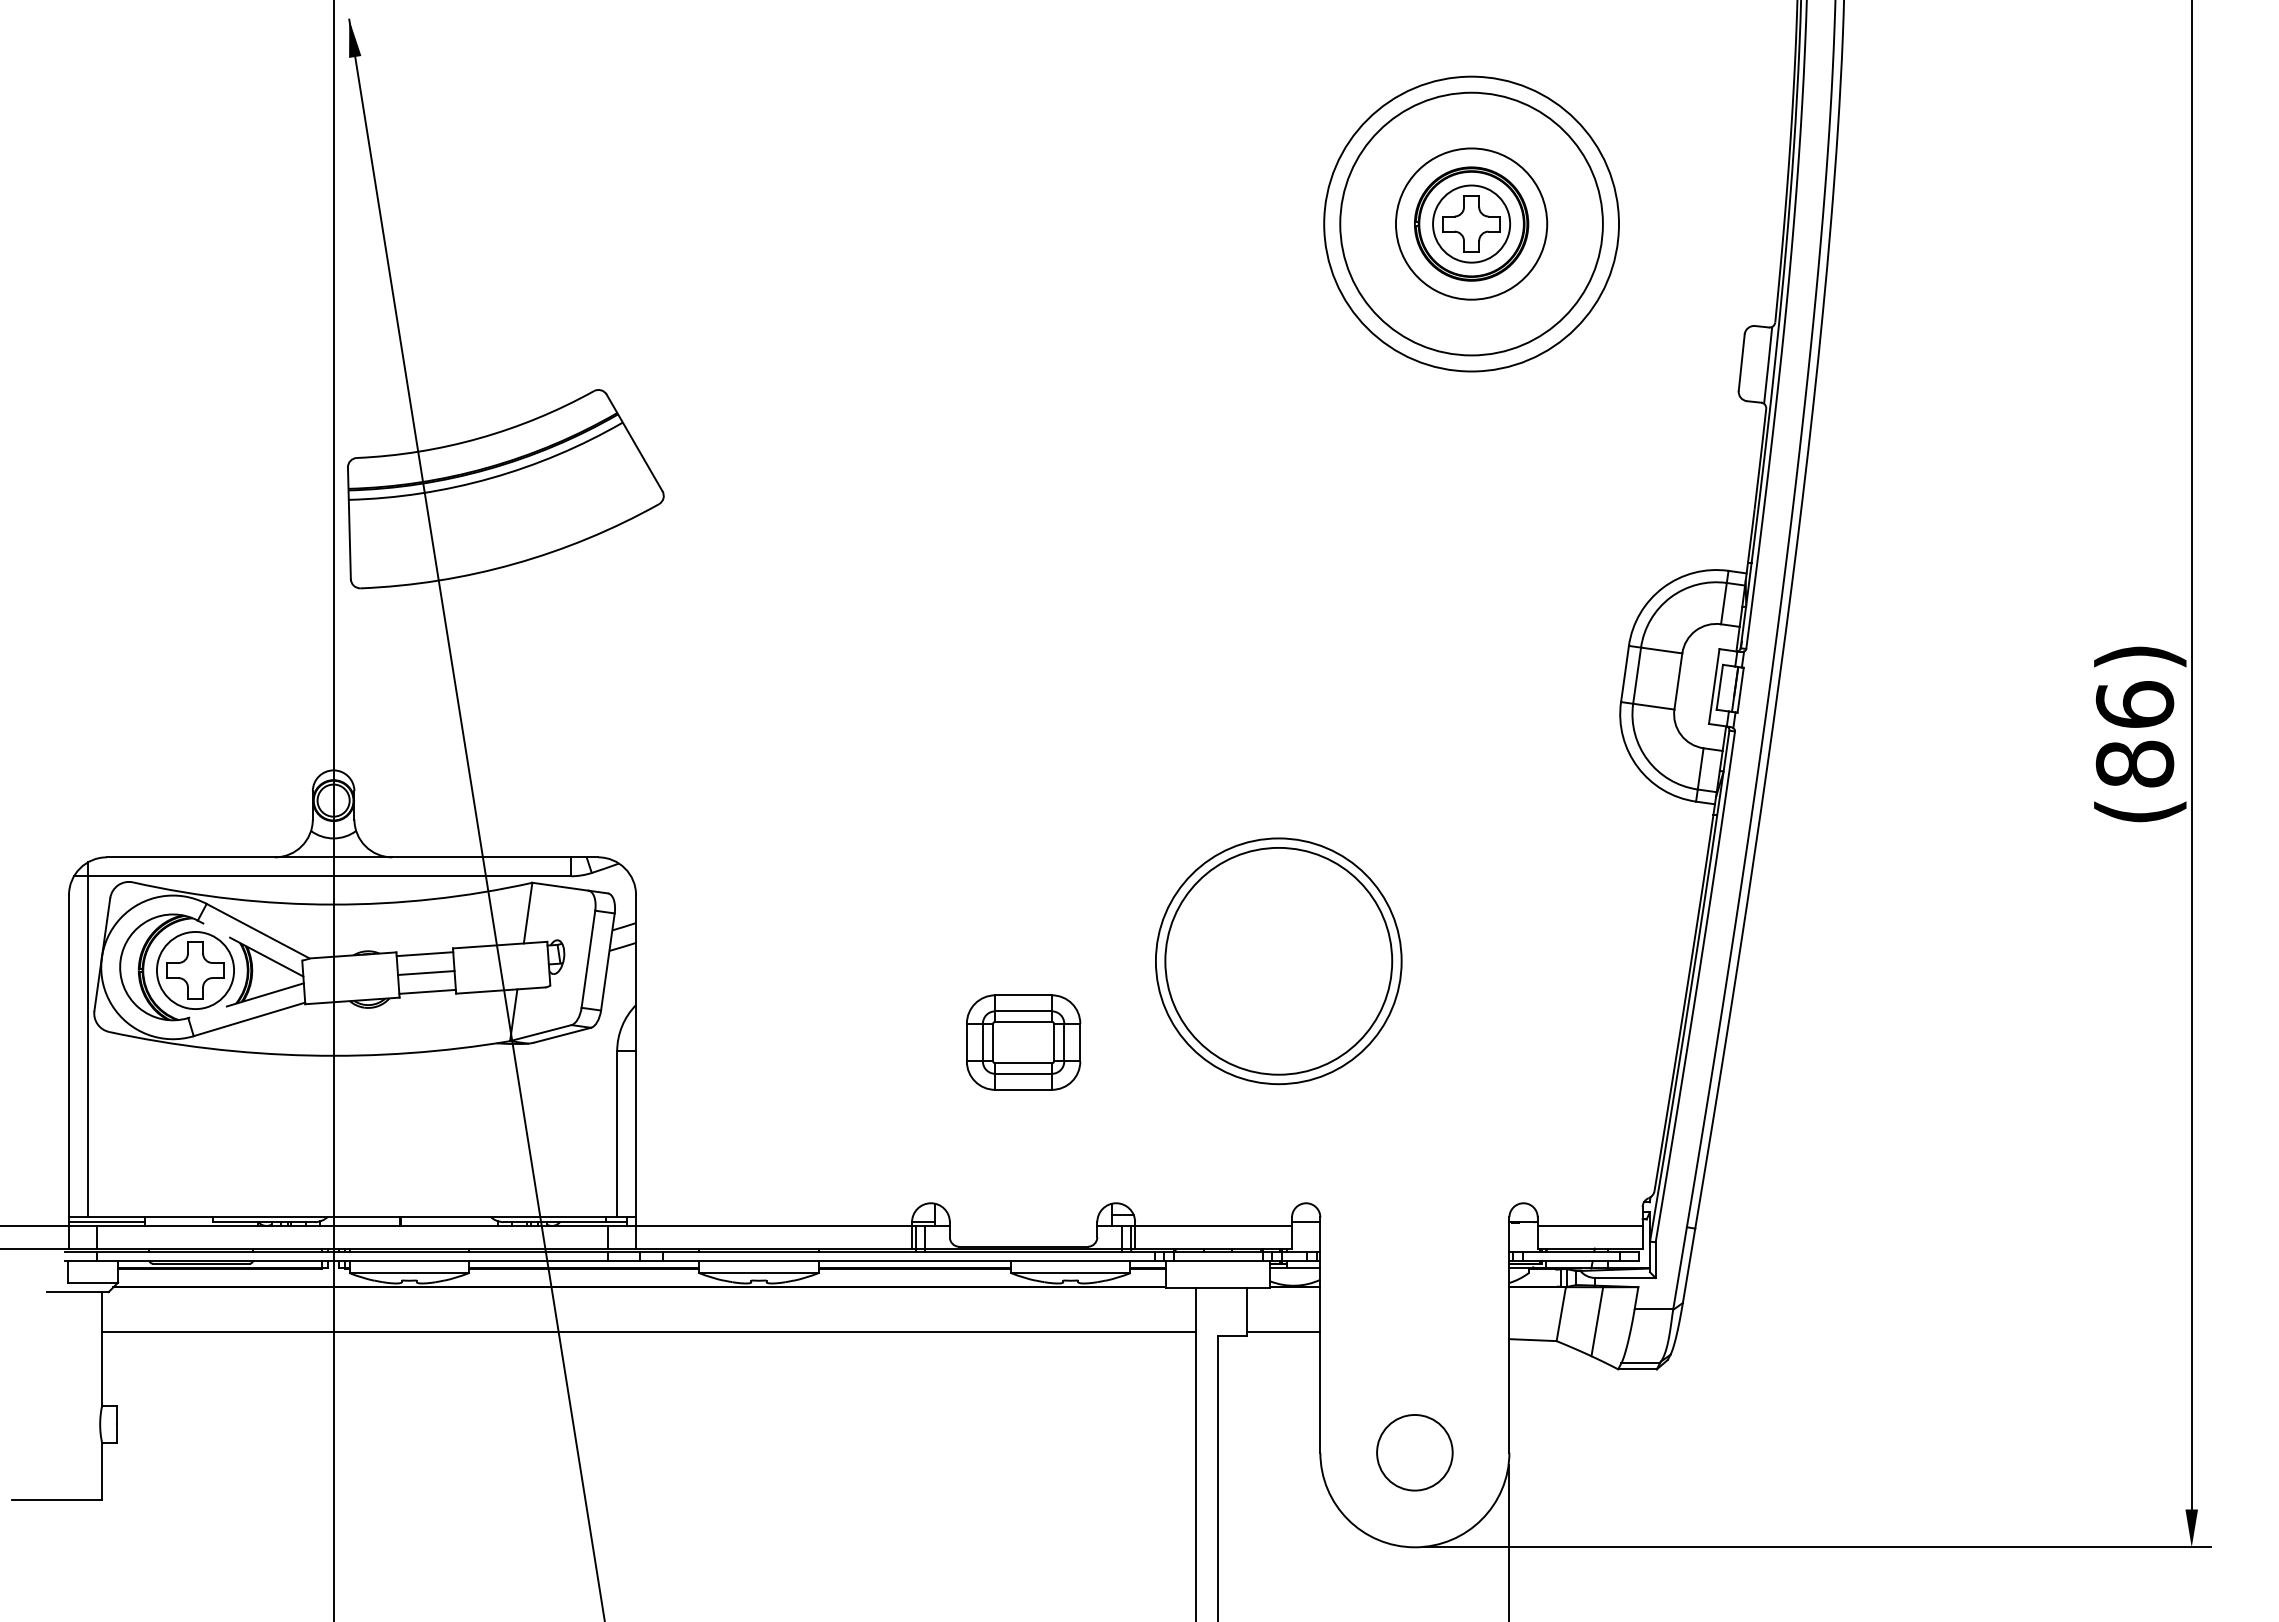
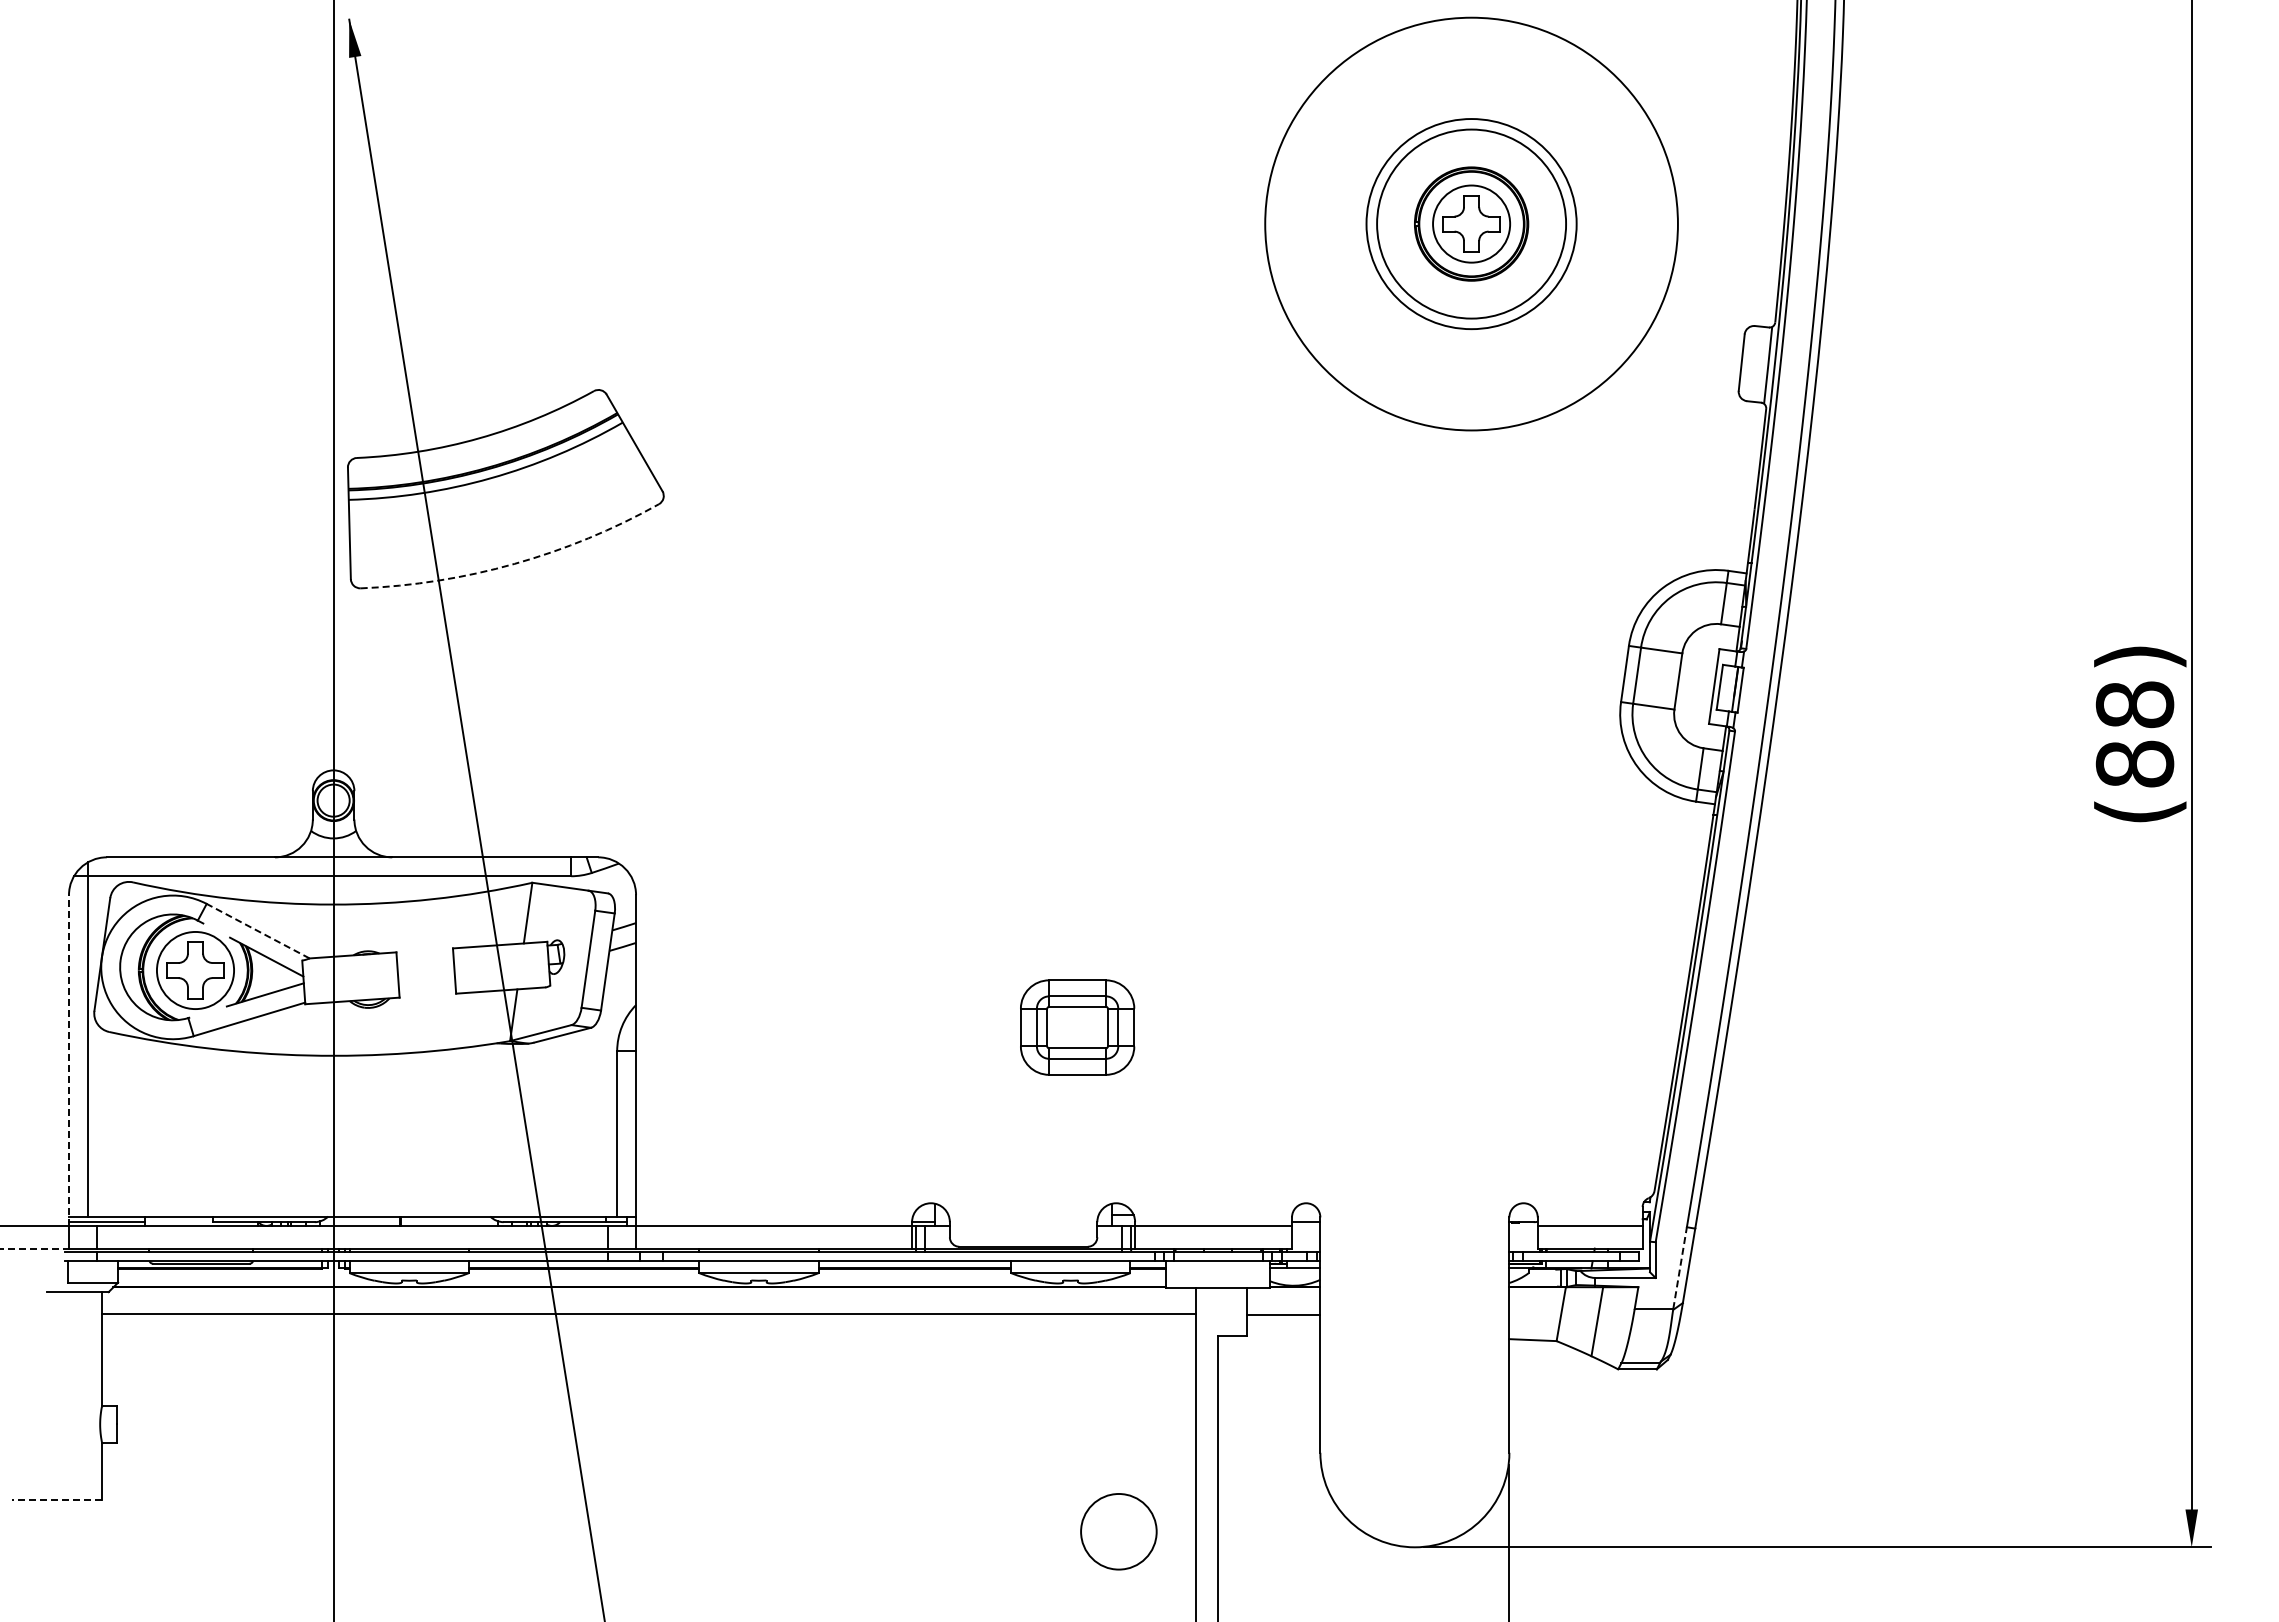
circle at (1471, 223) diameter: 151 px -> 189 px
circle at (1471, 223) diameter: 263 px -> 210 px
circle at (1471, 223) diameter: 295 px -> 413 px
arc at (514, 563): solid -> dashed
text at (2134, 704): (86) -> (88)
line at (257, 930): solid -> dashed
line at (424, 954): present -> none
part at (1278, 961): present -> none
line at (426, 973): present -> none
line at (427, 991): present -> none
part at (1023, 1042) position: (1023, 1042) -> (1077, 1027)
line at (68, 1060): solid -> dashed
line at (35, 1248): solid -> dashed
line at (1680, 1267): solid -> dashed
line at (648, 1332) position: (648, 1332) -> (648, 1314)
line at (1283, 1332) position: (1283, 1332) -> (1283, 1315)
circle at (1414, 1452) position: (1414, 1452) -> (1118, 1531)
line at (57, 1500): solid -> dashed
